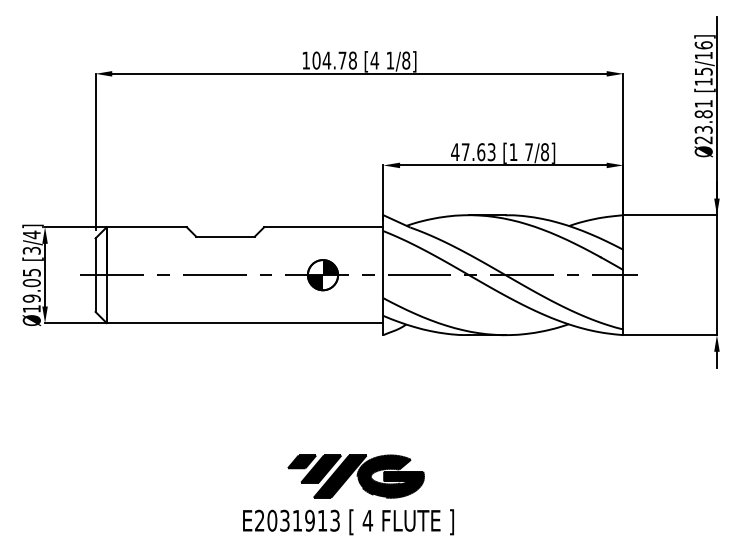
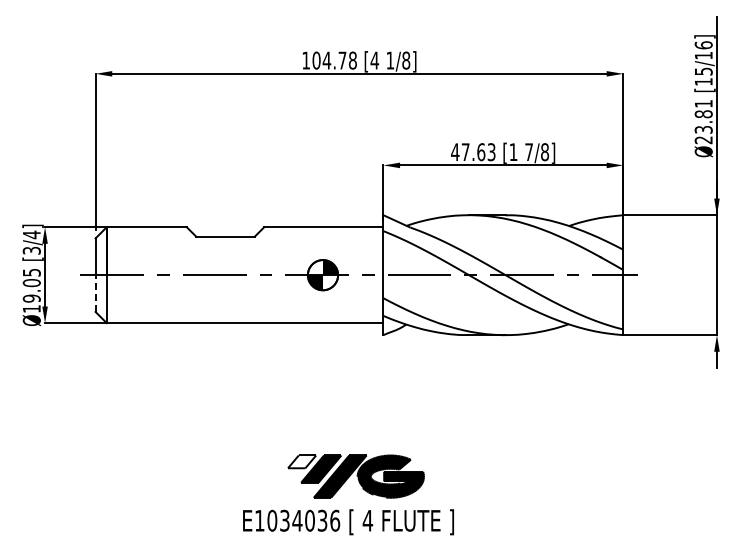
line at (95, 293): solid -> dashed
fill at (302, 461): present -> none
text at (297, 520): E2031913 -> E1034036
